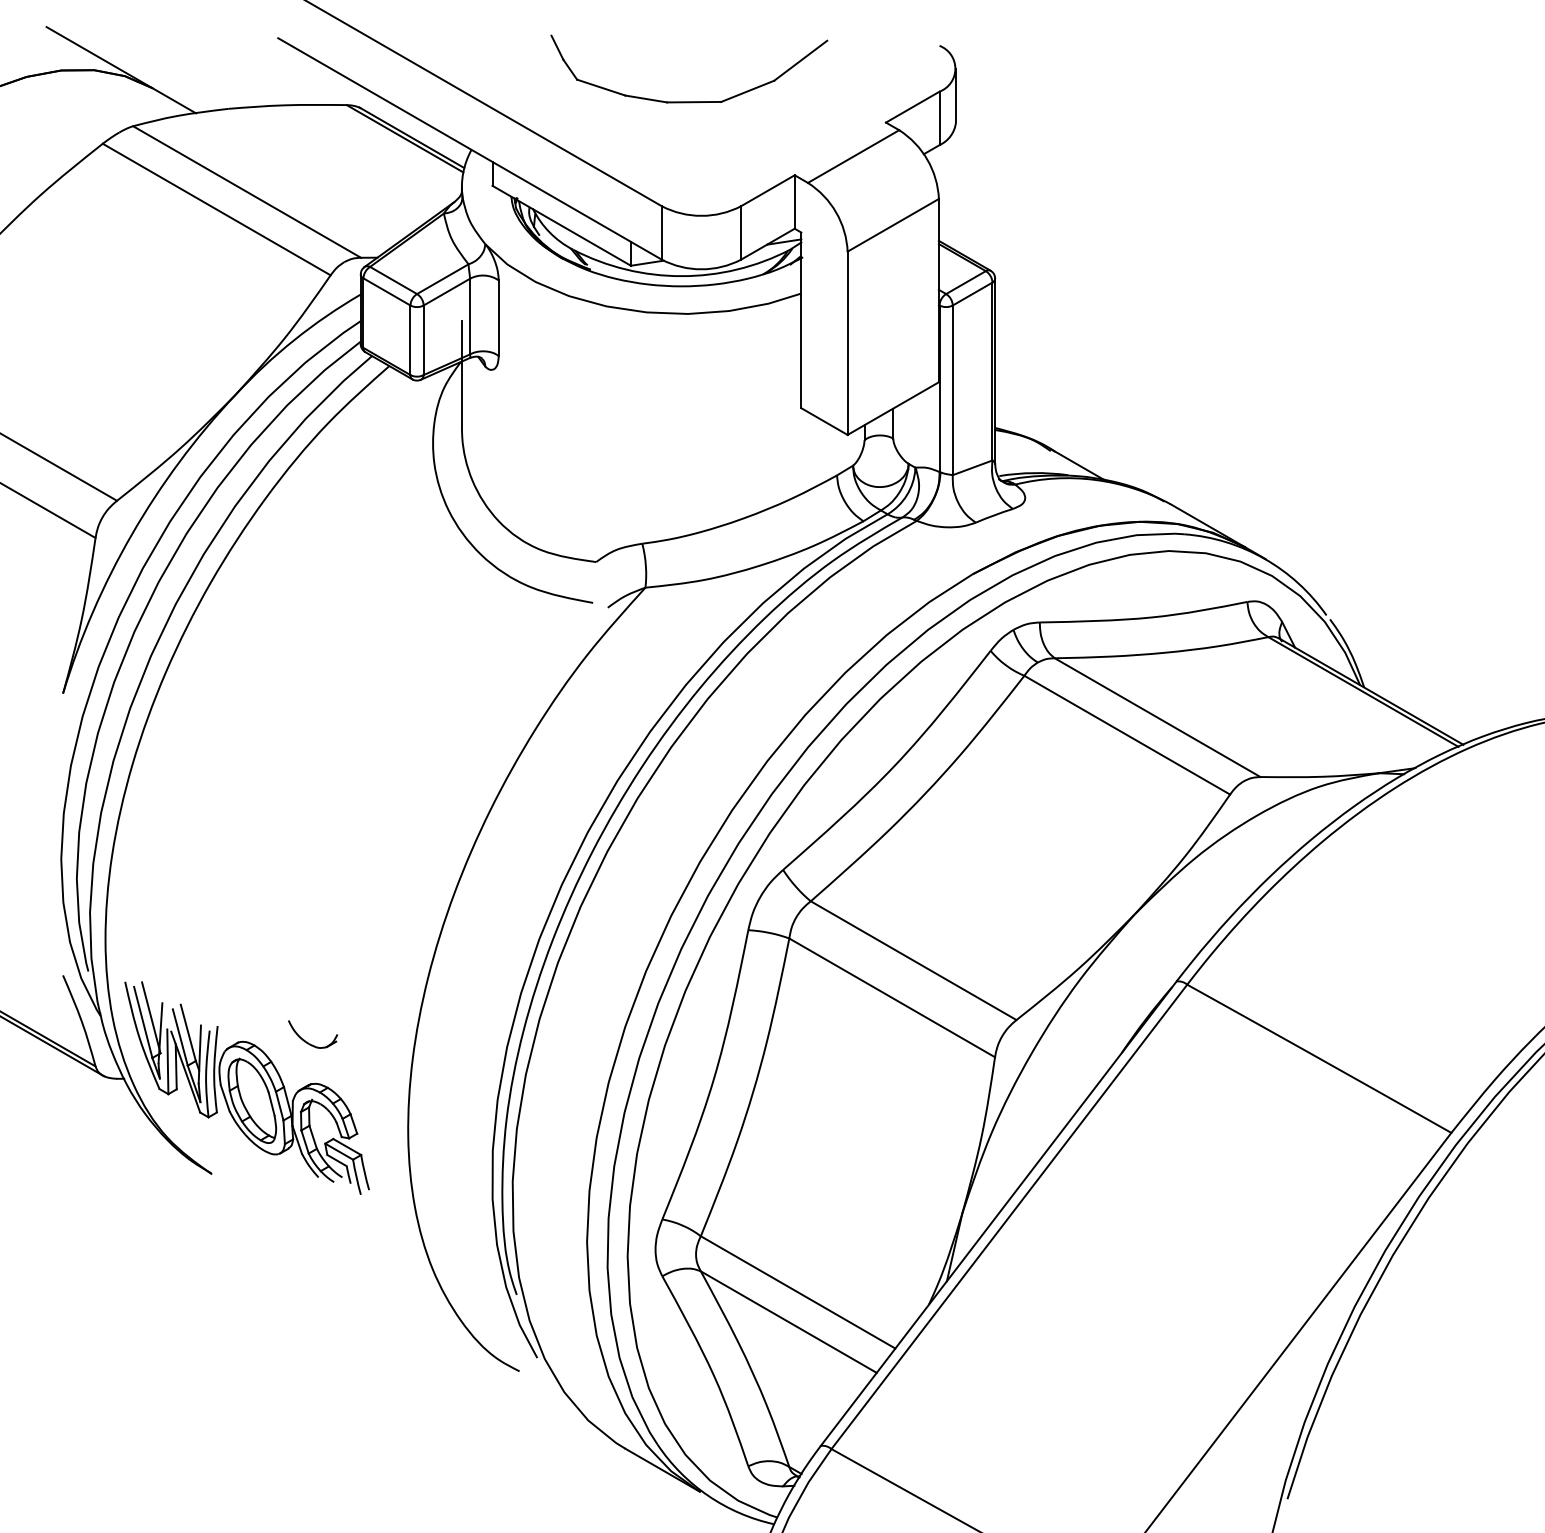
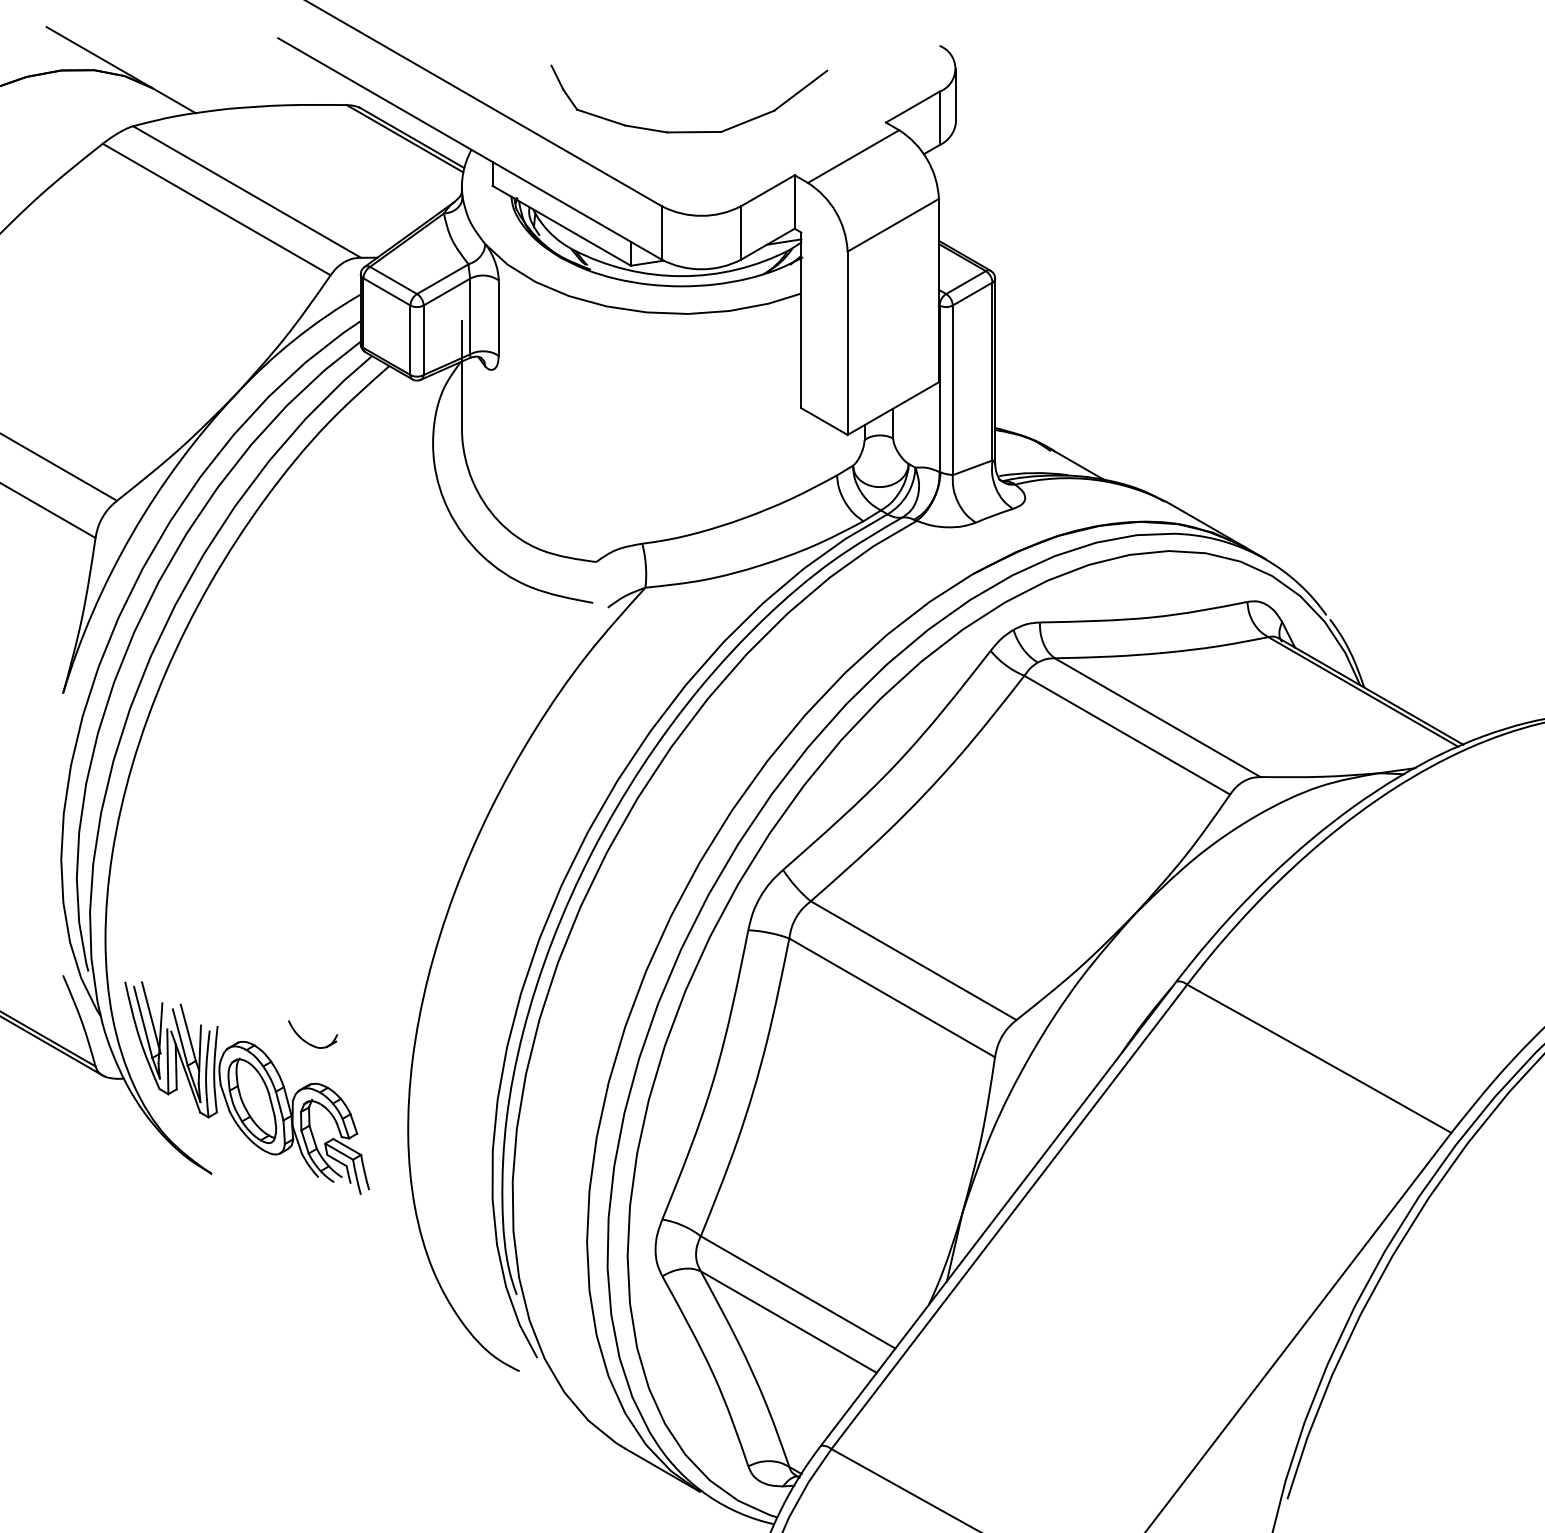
part at (689, 101) position: (689, 101) -> (689, 131)
